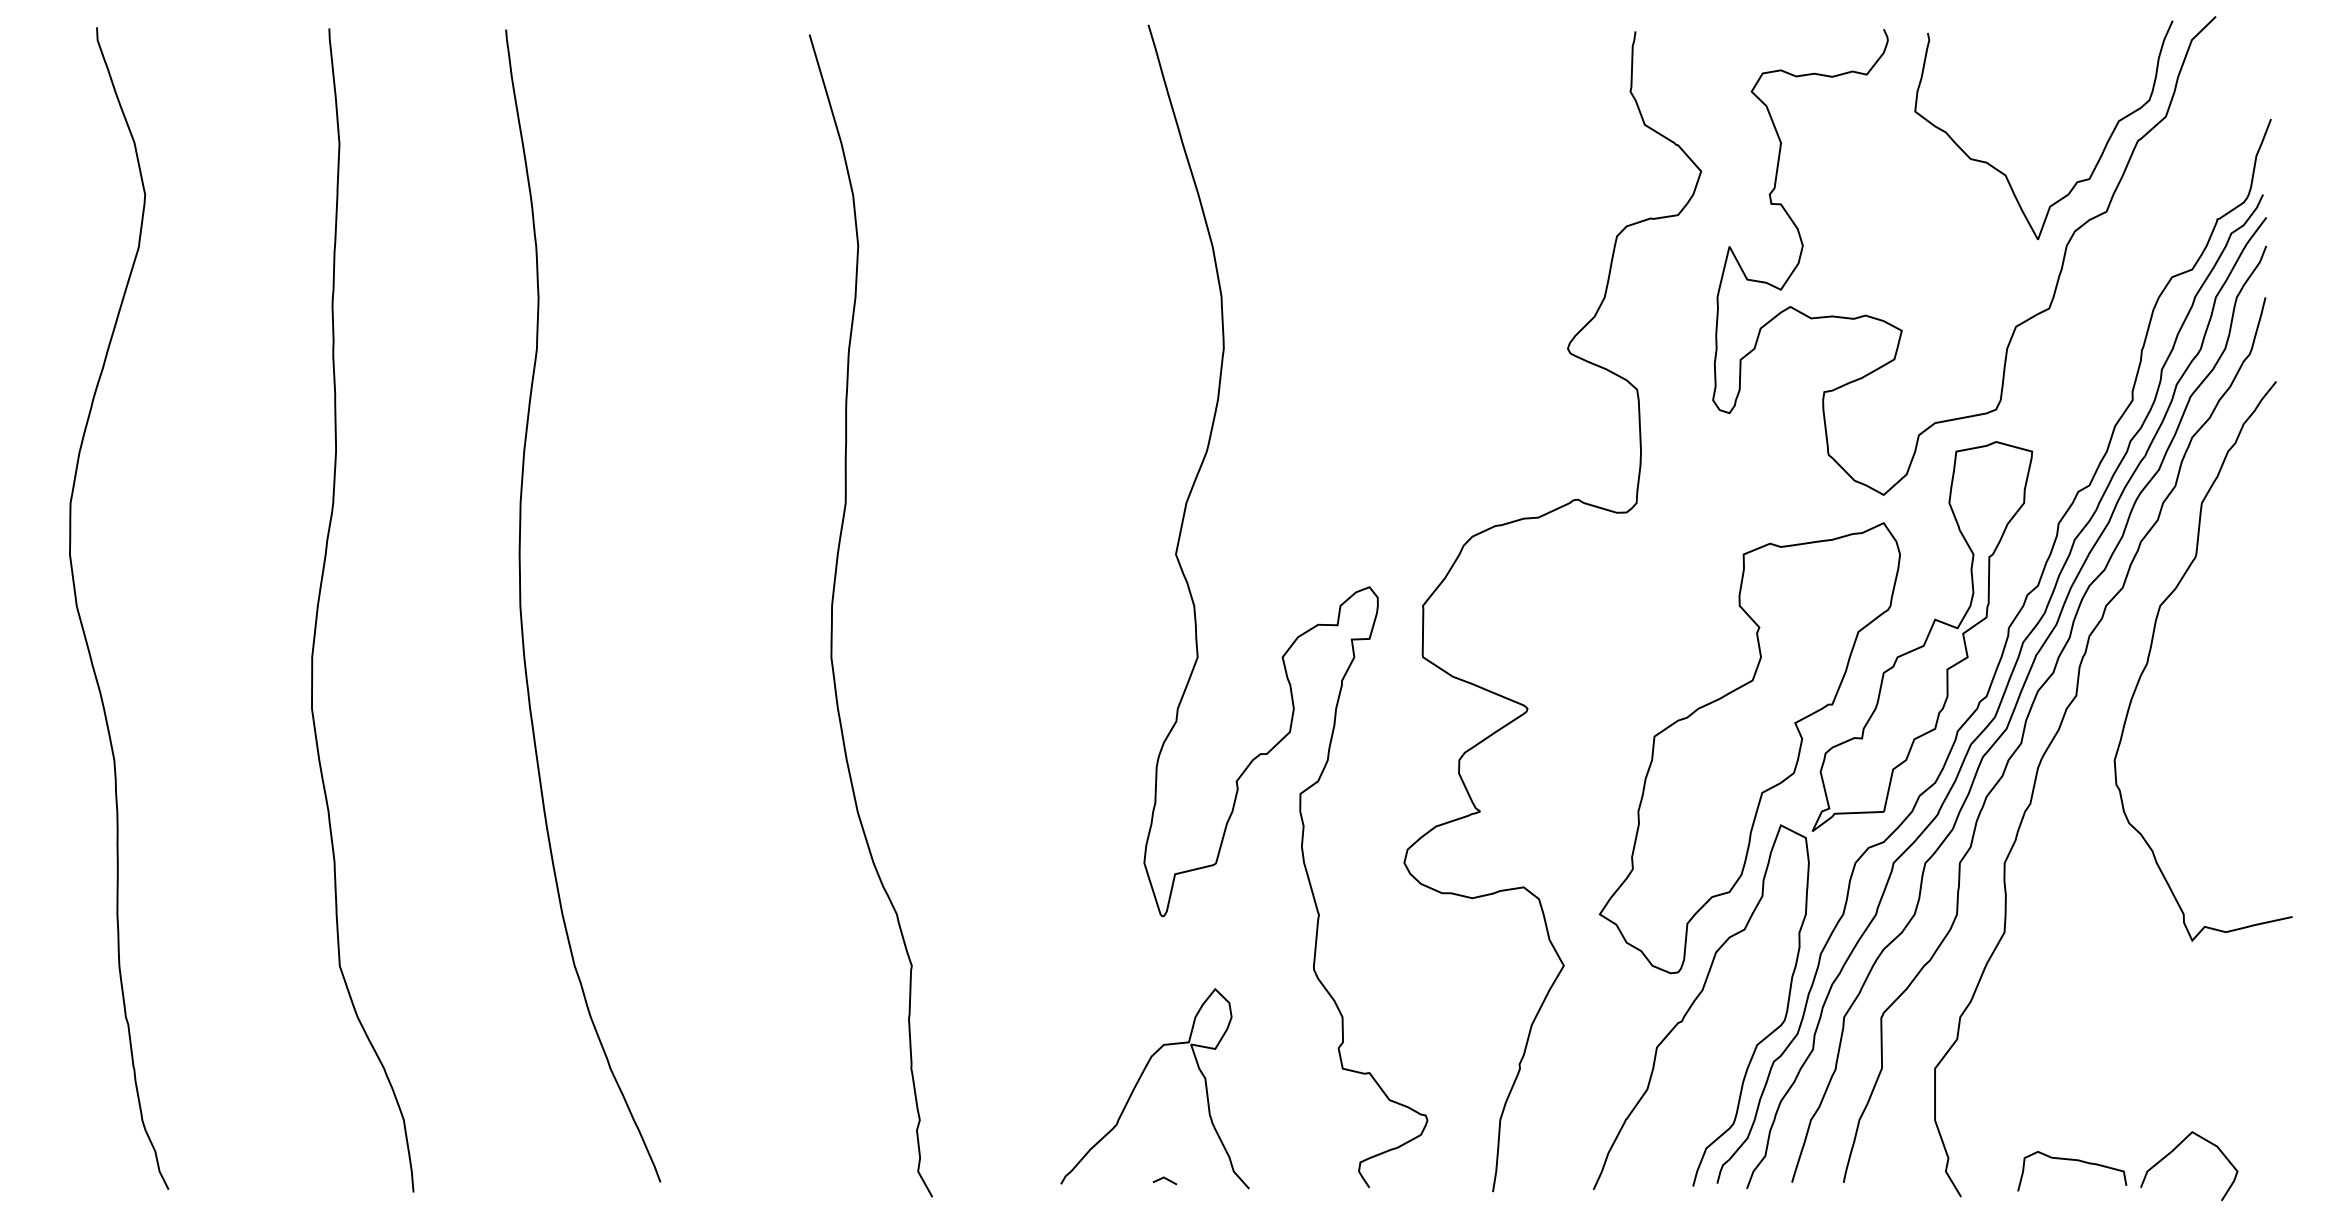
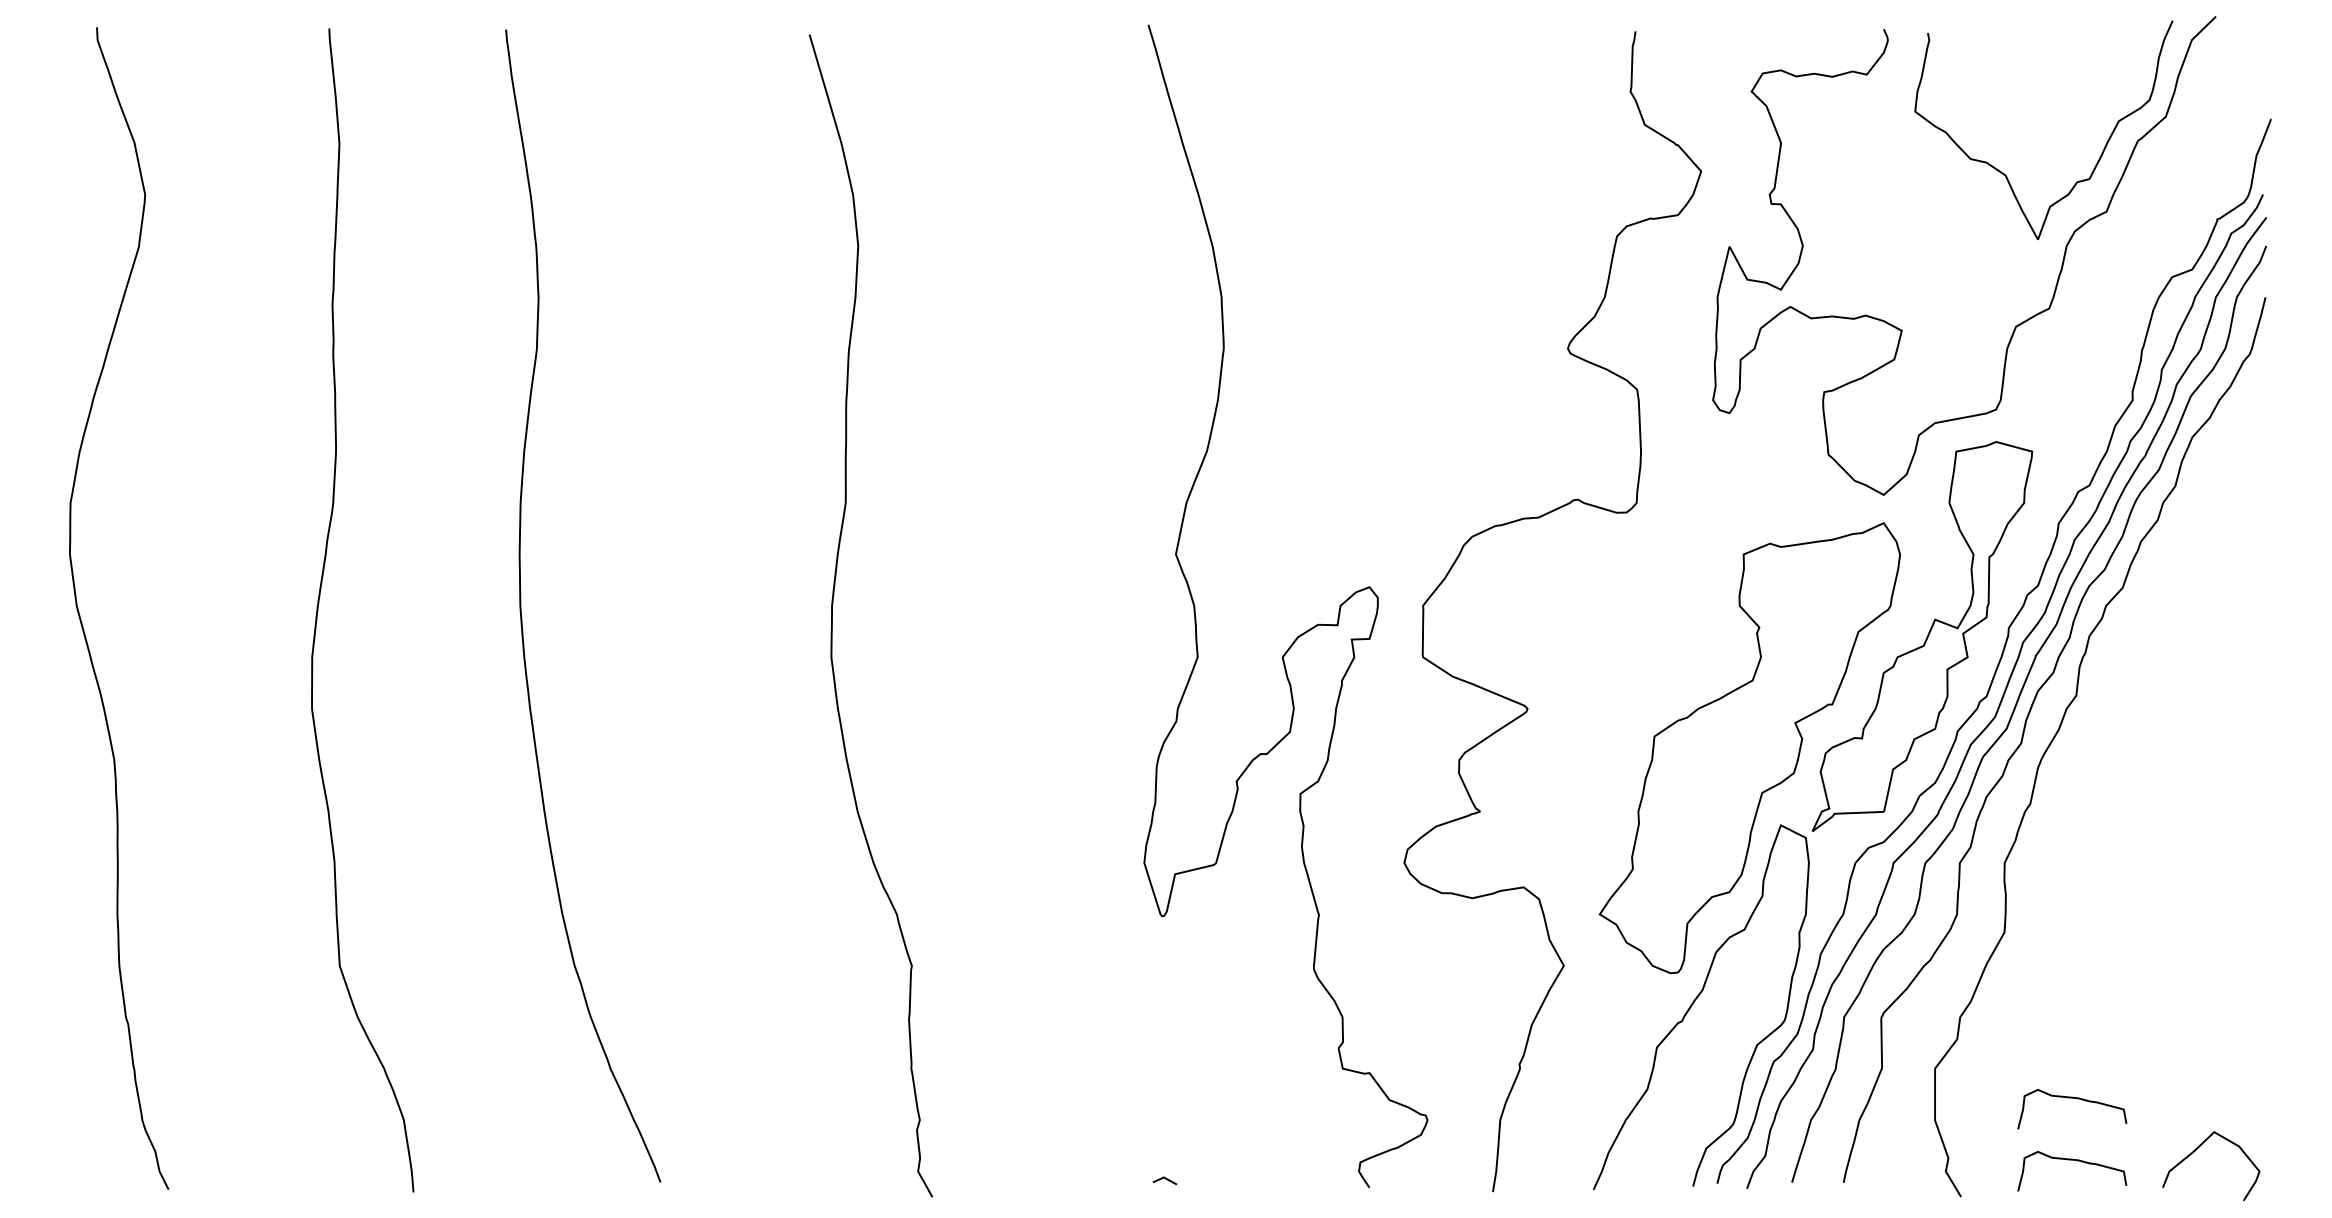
curve at (2151, 649): present -> none
curve at (1139, 1081): present -> none
curve at (2072, 1098): none -> present
curve at (2174, 1150) position: (2174, 1150) -> (2196, 1150)
